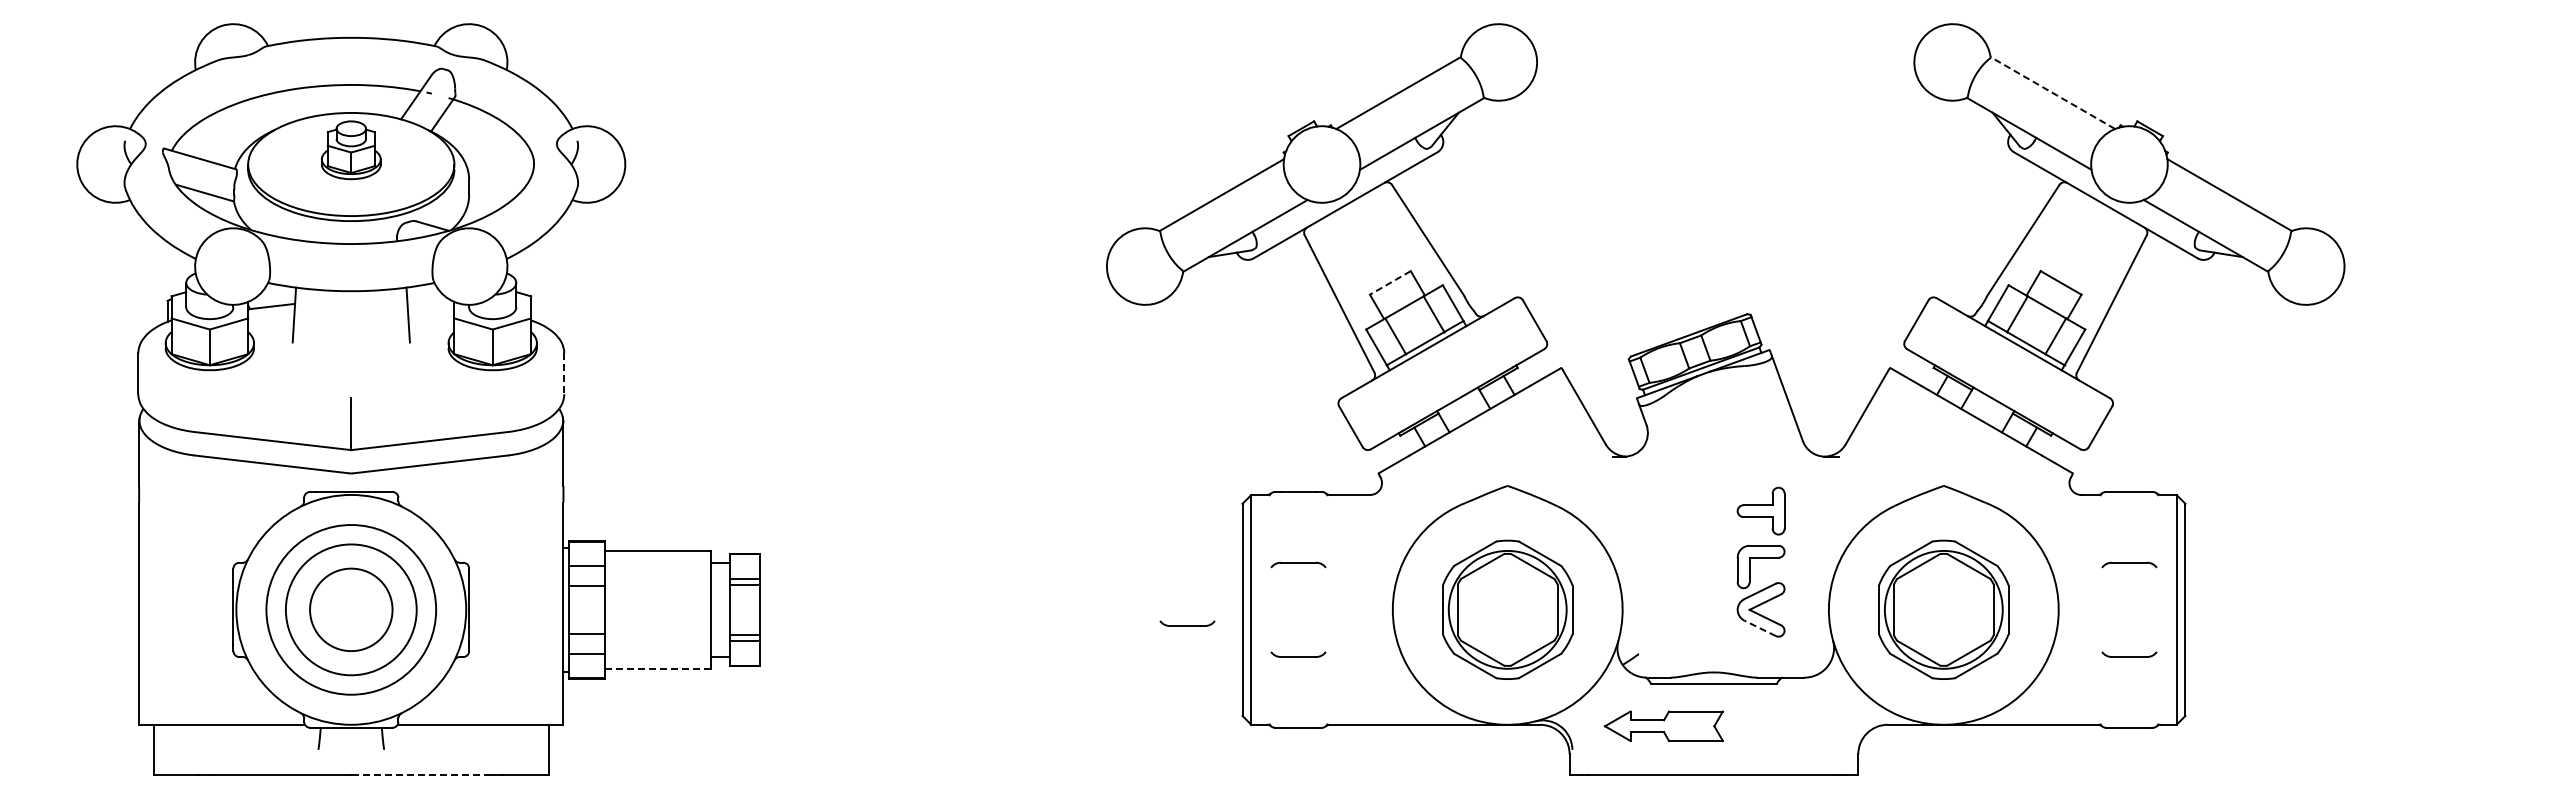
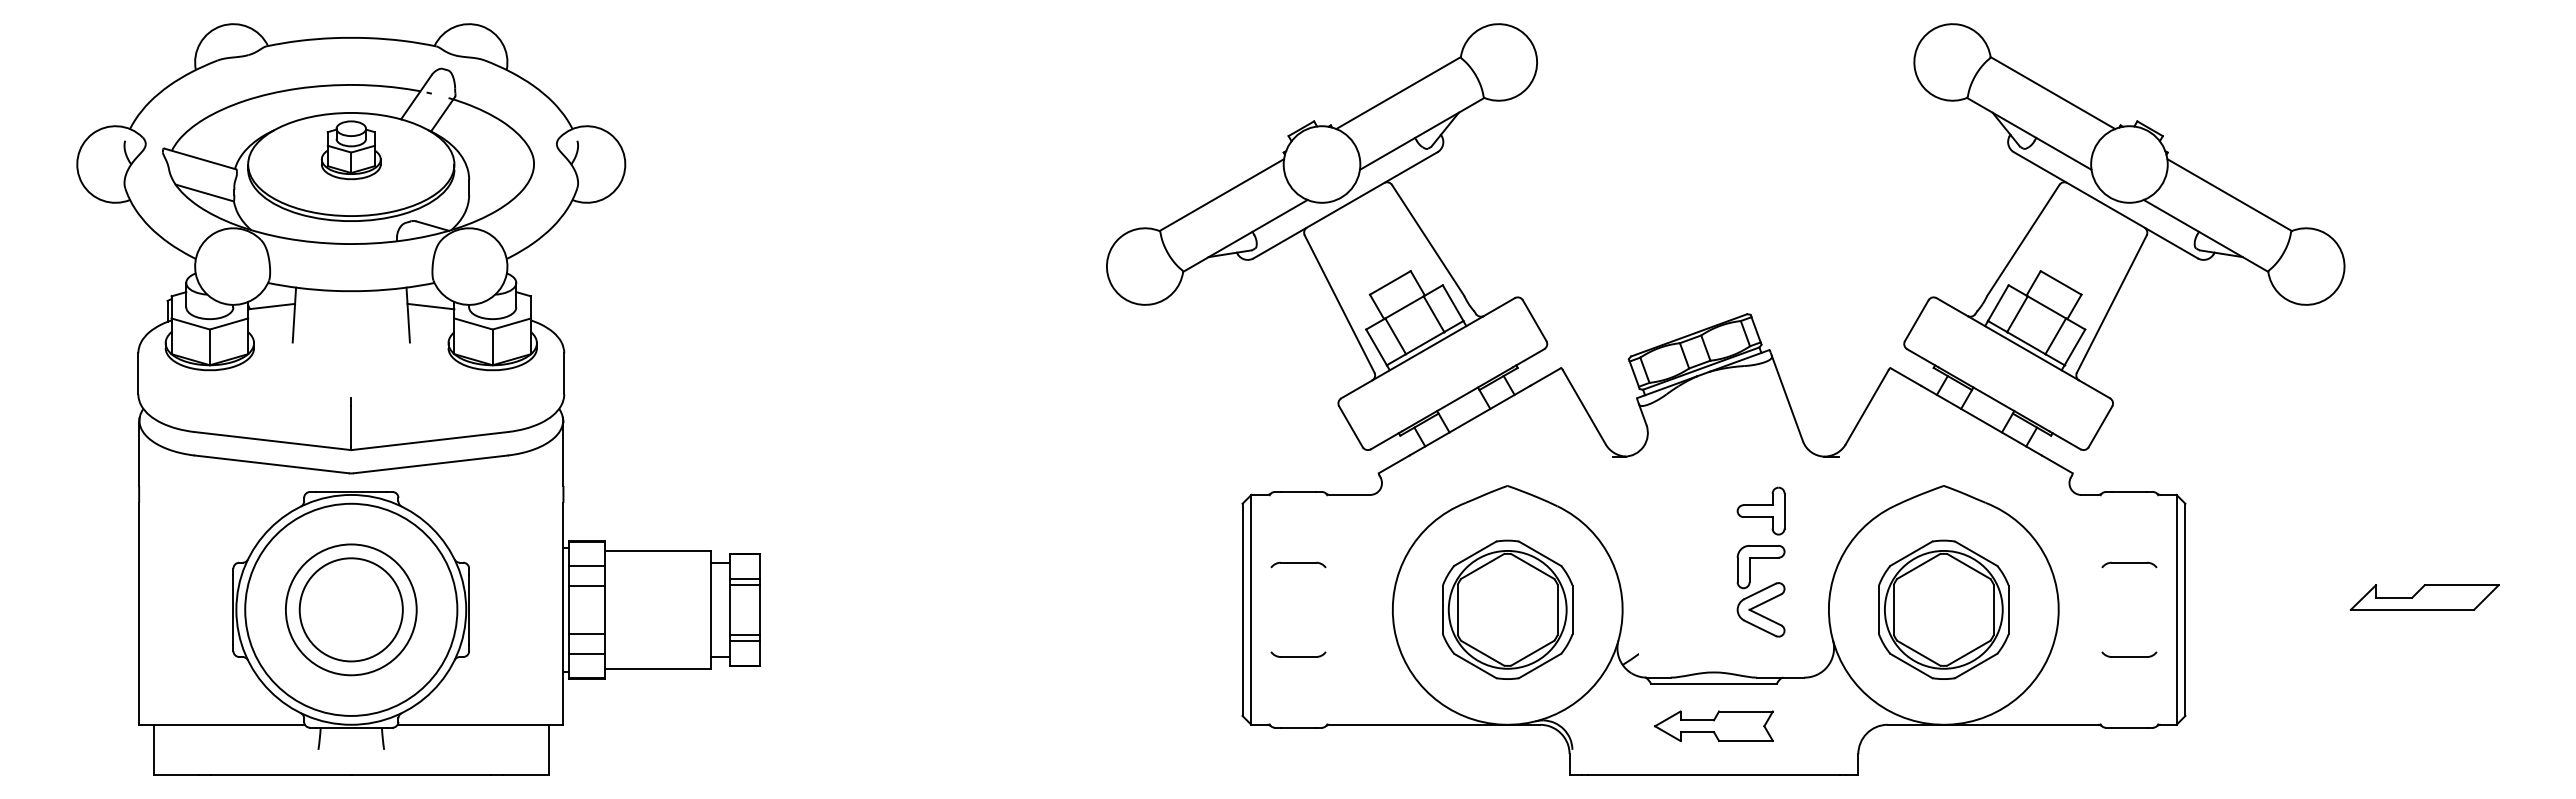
line at (2052, 93): dashed -> solid
line at (1390, 282): dashed -> solid
line at (430, 306): none -> present
line at (564, 374): dashed -> solid
part at (2424, 597): none -> present
circle at (351, 609) diameter: 170 px -> 212 px
circle at (351, 609) diameter: 83 px -> 103 px
part at (1187, 623): present -> none
line at (1760, 628): dashed -> solid
line at (658, 668): dashed -> solid
part at (1663, 725) position: (1663, 725) -> (1713, 725)
line at (421, 774): dashed -> solid
